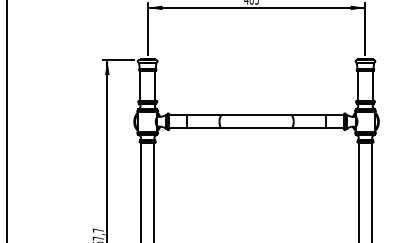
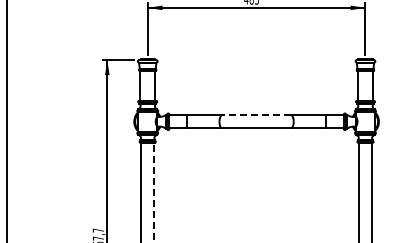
line at (256, 115): solid -> dashed
line at (154, 192): solid -> dashed
